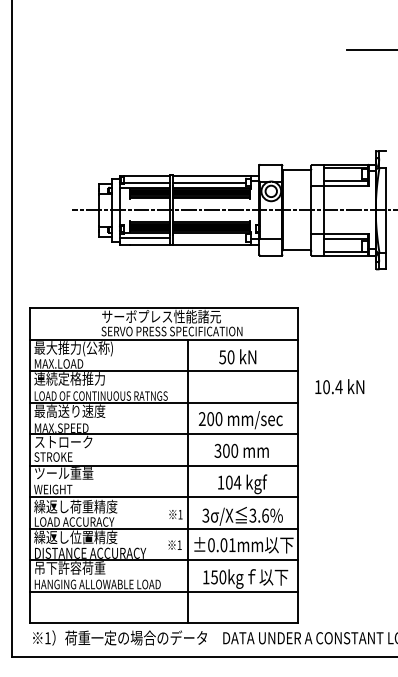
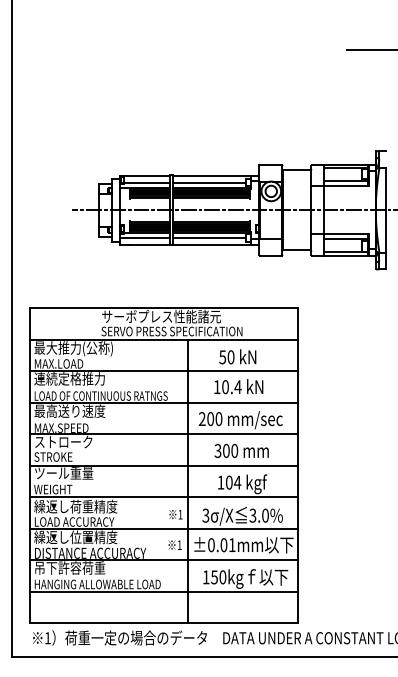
line at (209, 237): none -> present
text at (339, 386) position: (339, 386) -> (238, 386)
text at (265, 515): 3.6% -> 3.0%
